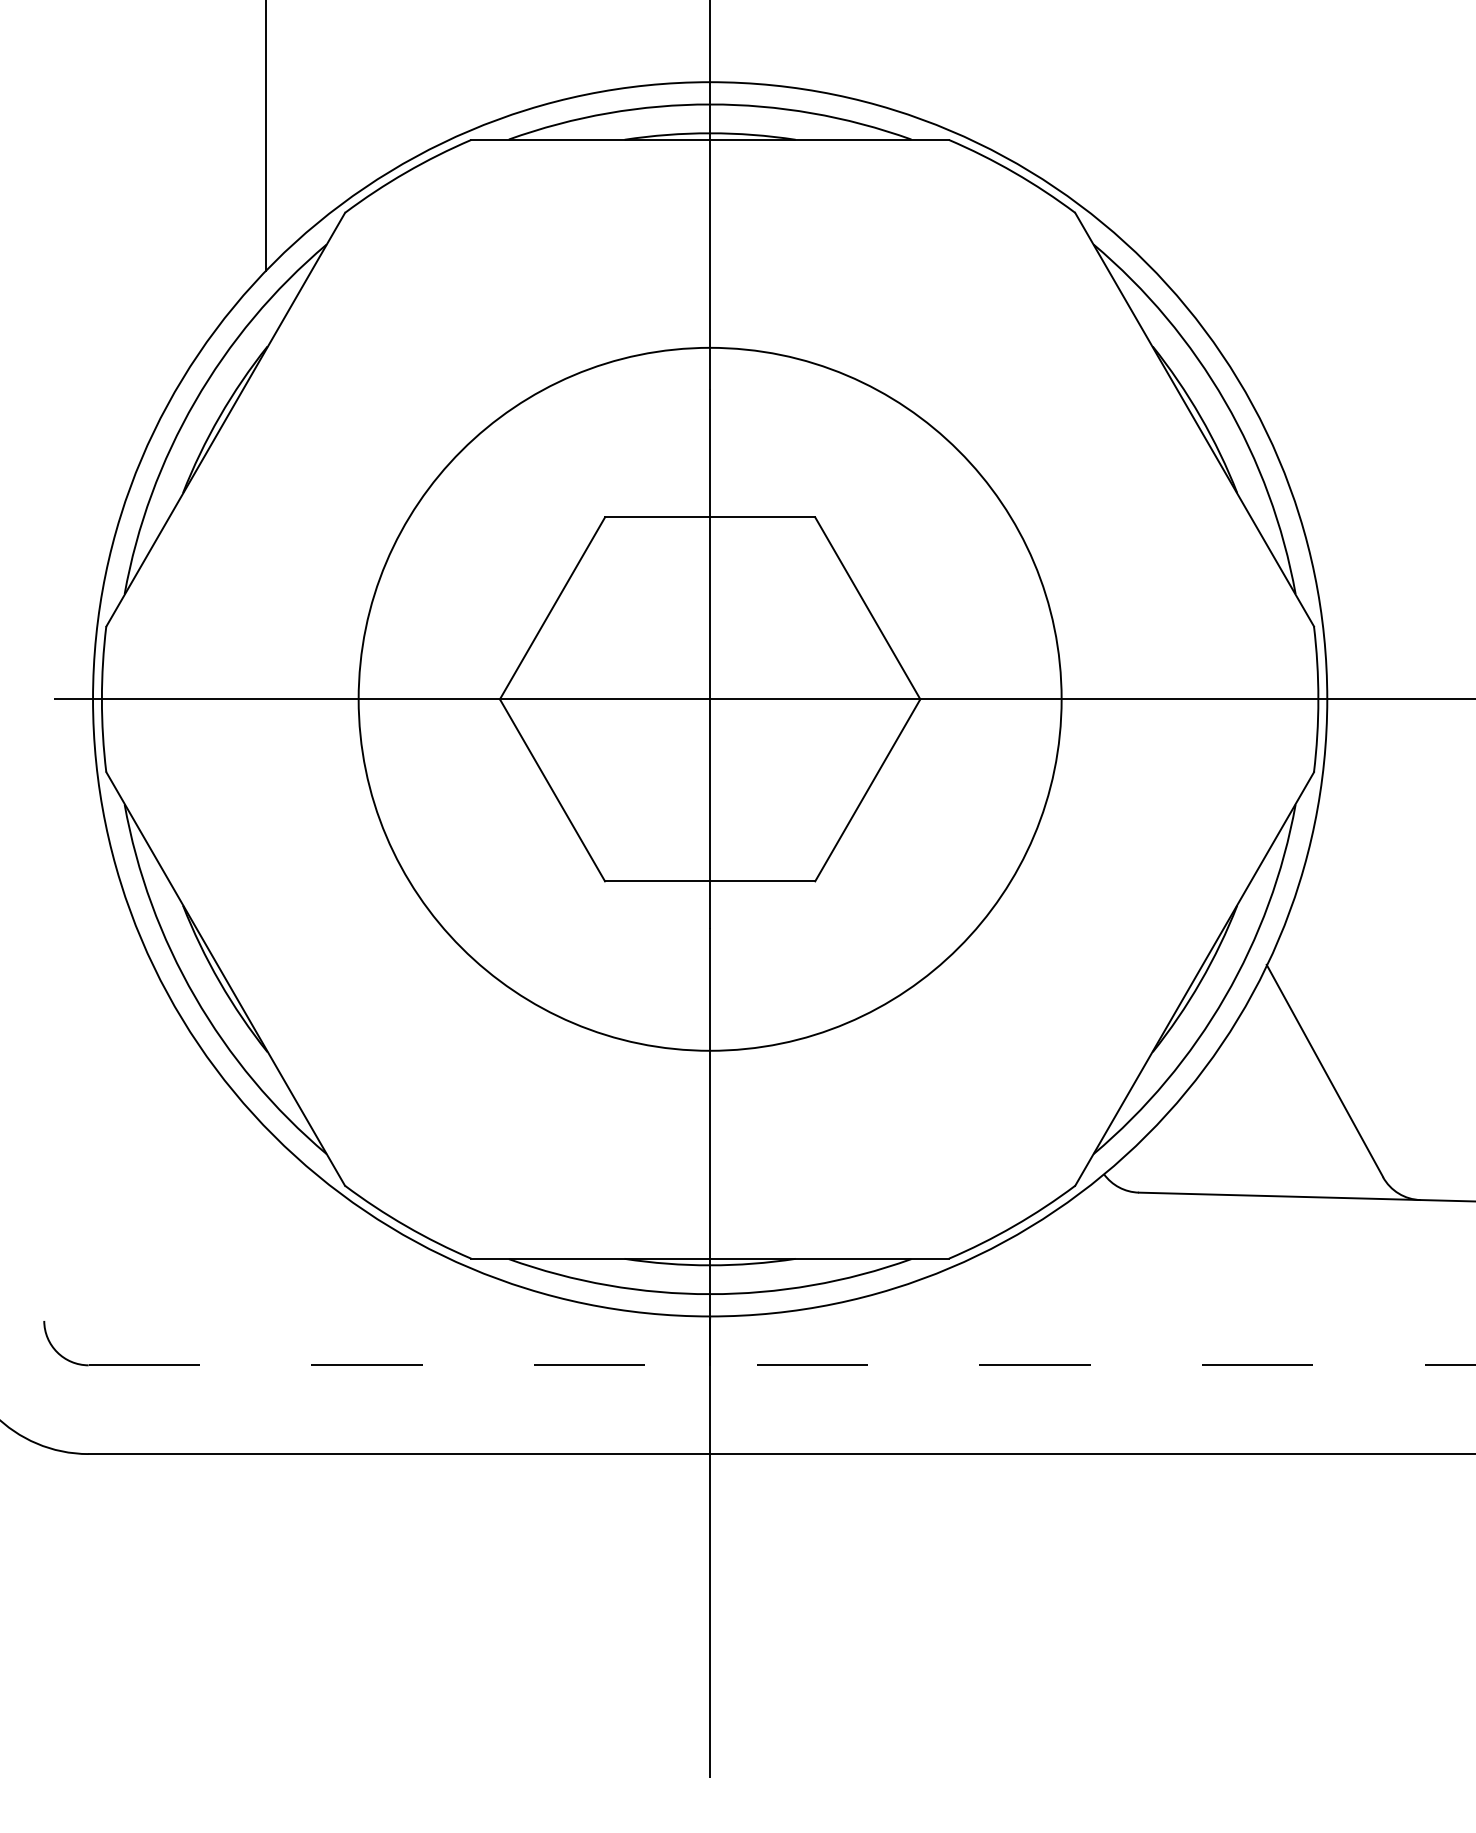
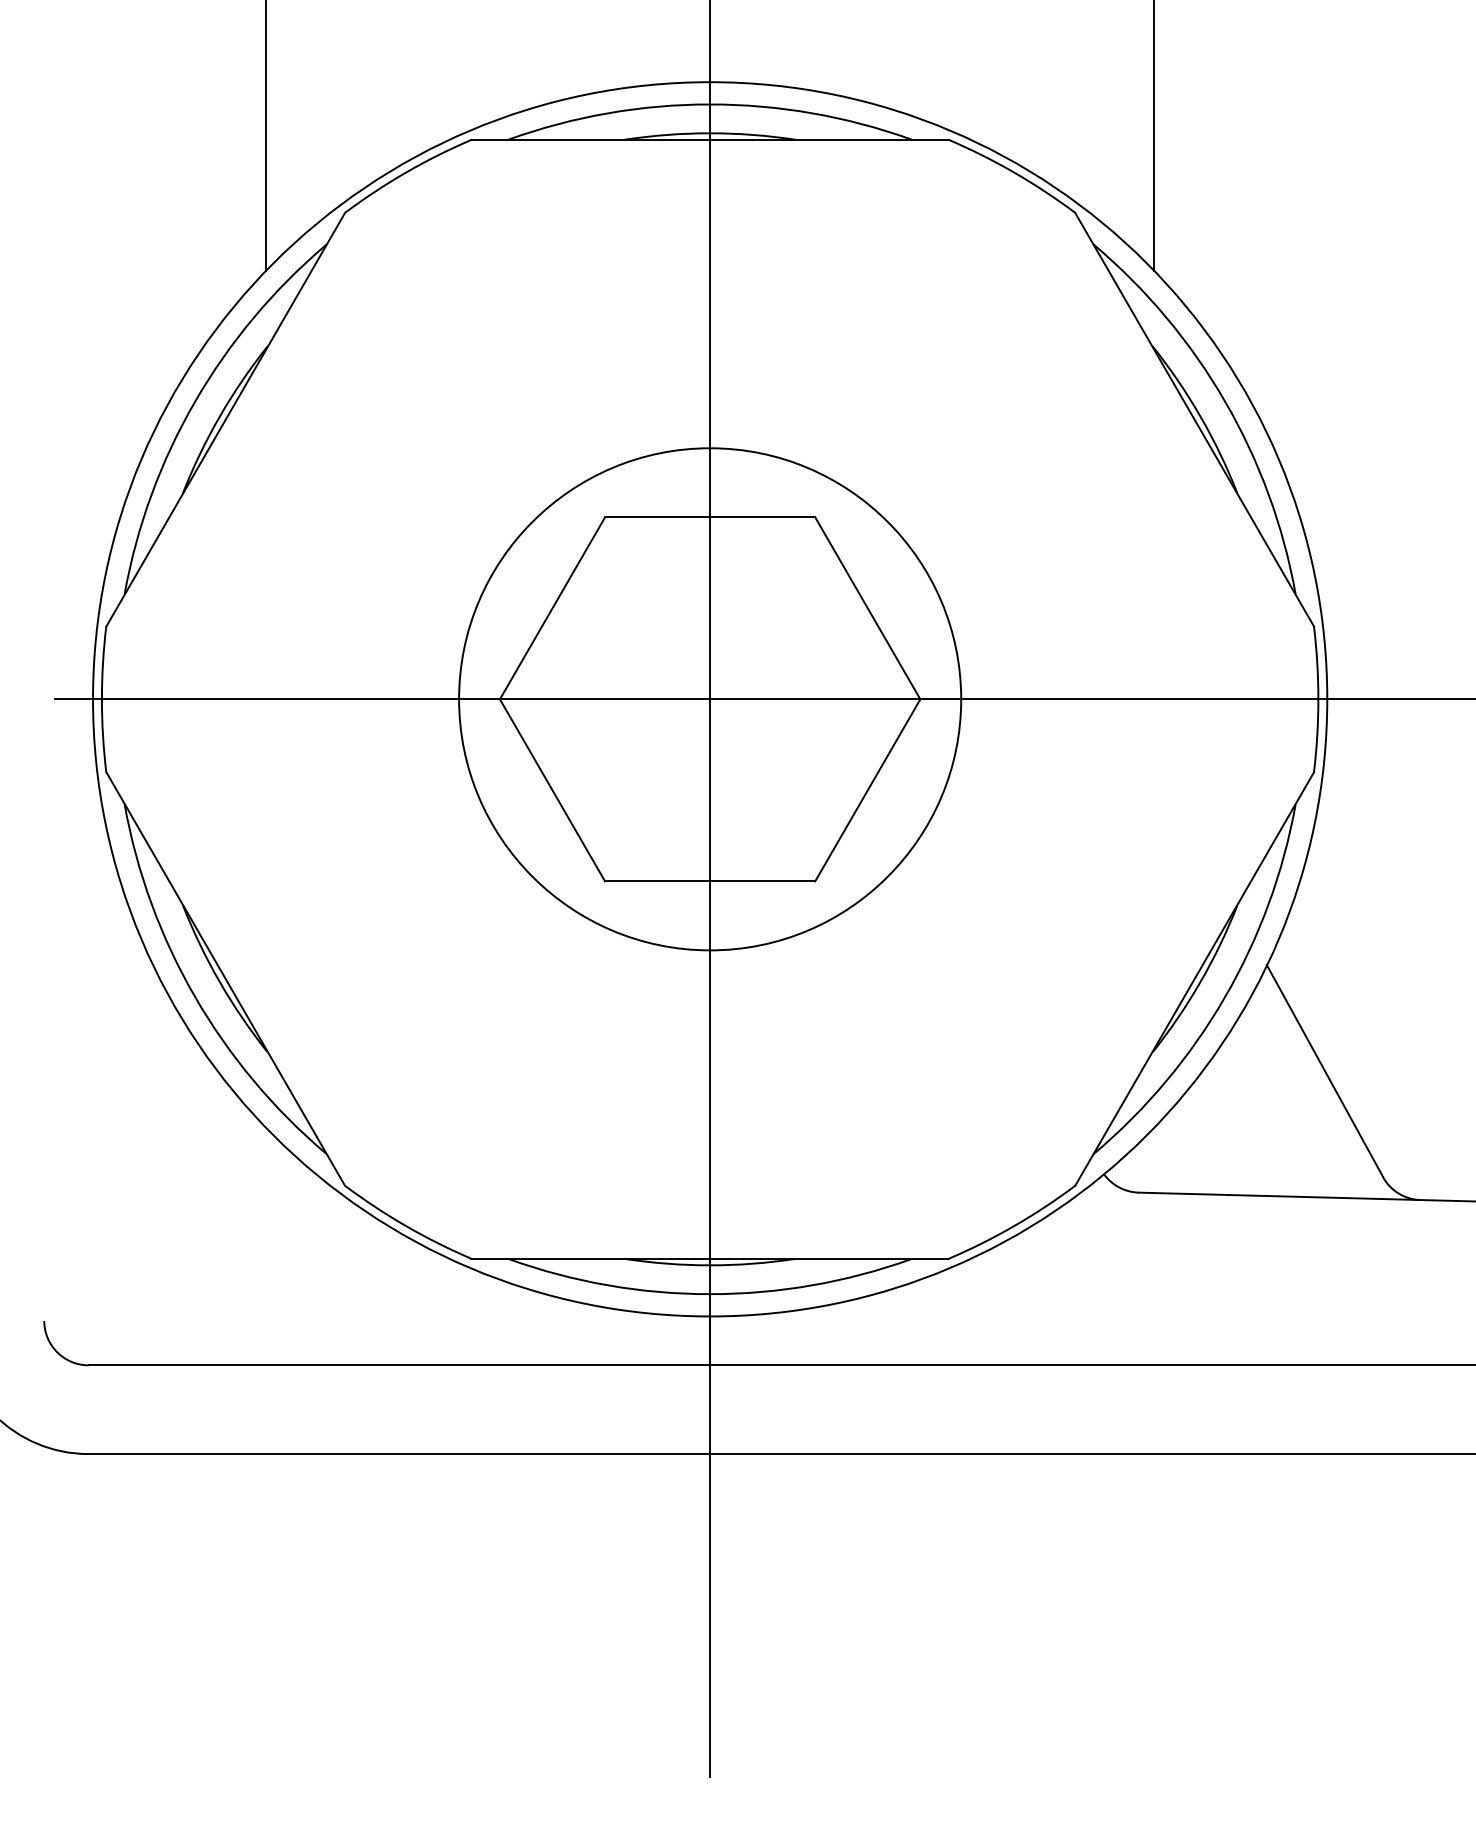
line at (1154, 136): none -> present
circle at (709, 698) diameter: 703 px -> 502 px
line at (782, 1365): dashed -> solid
